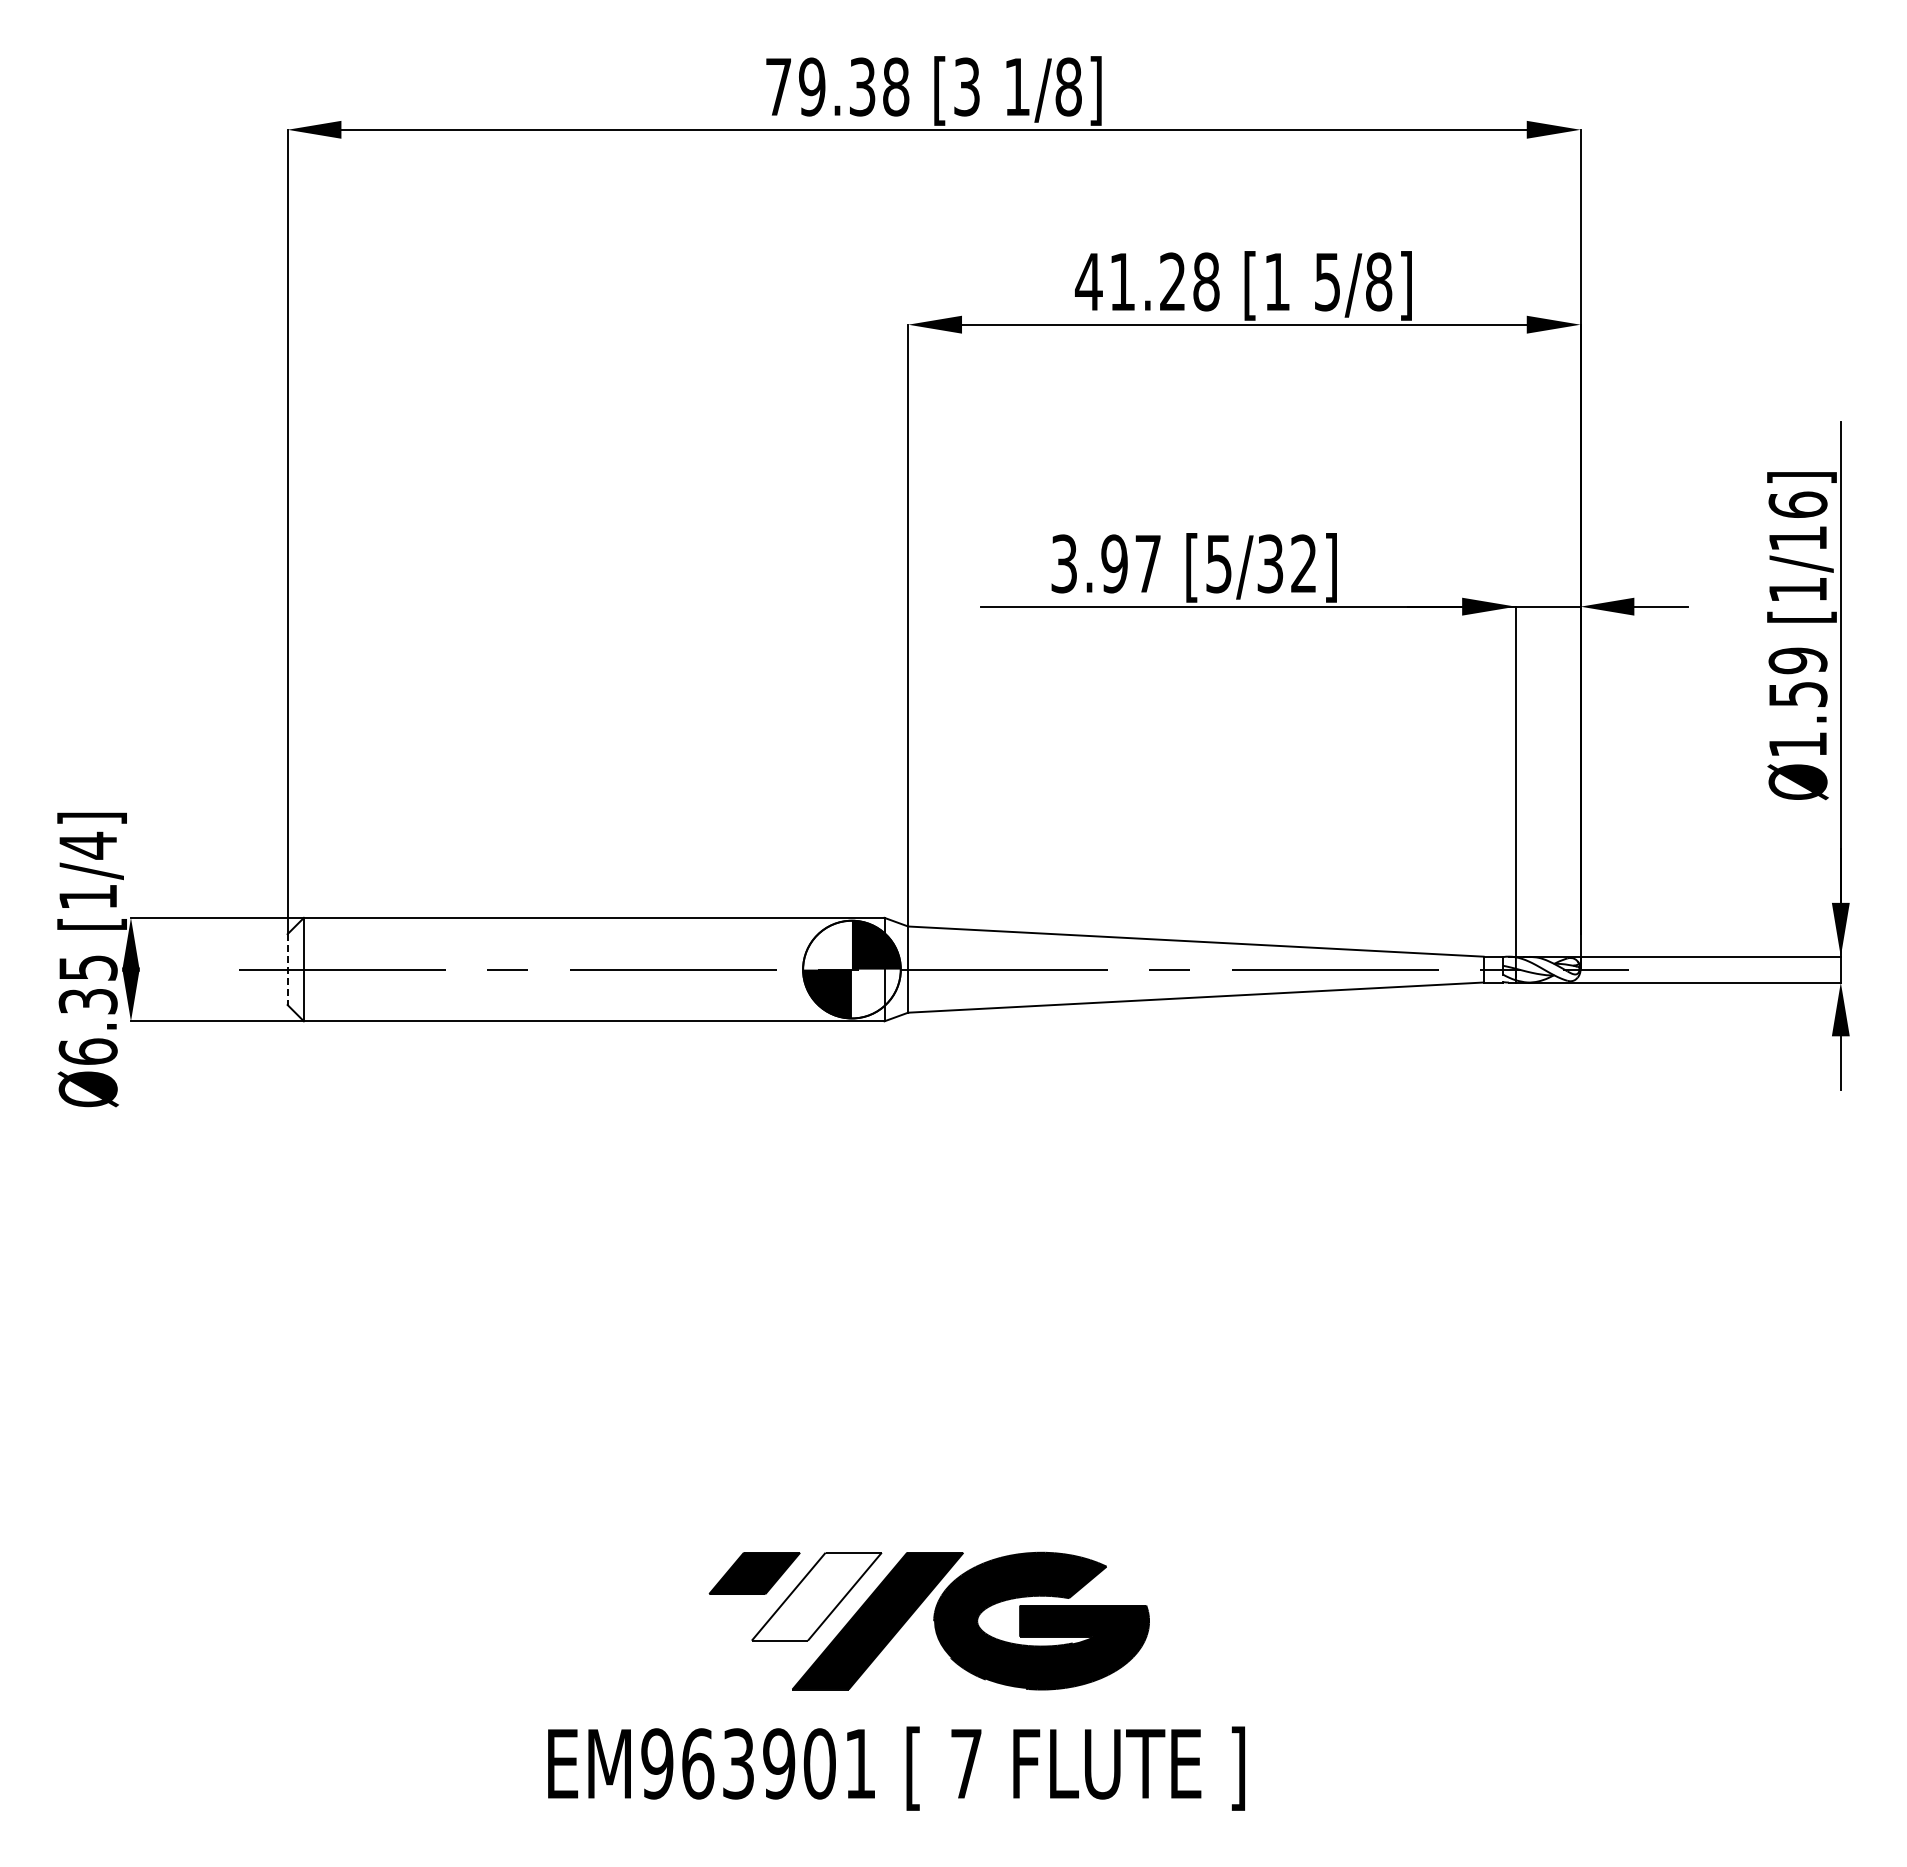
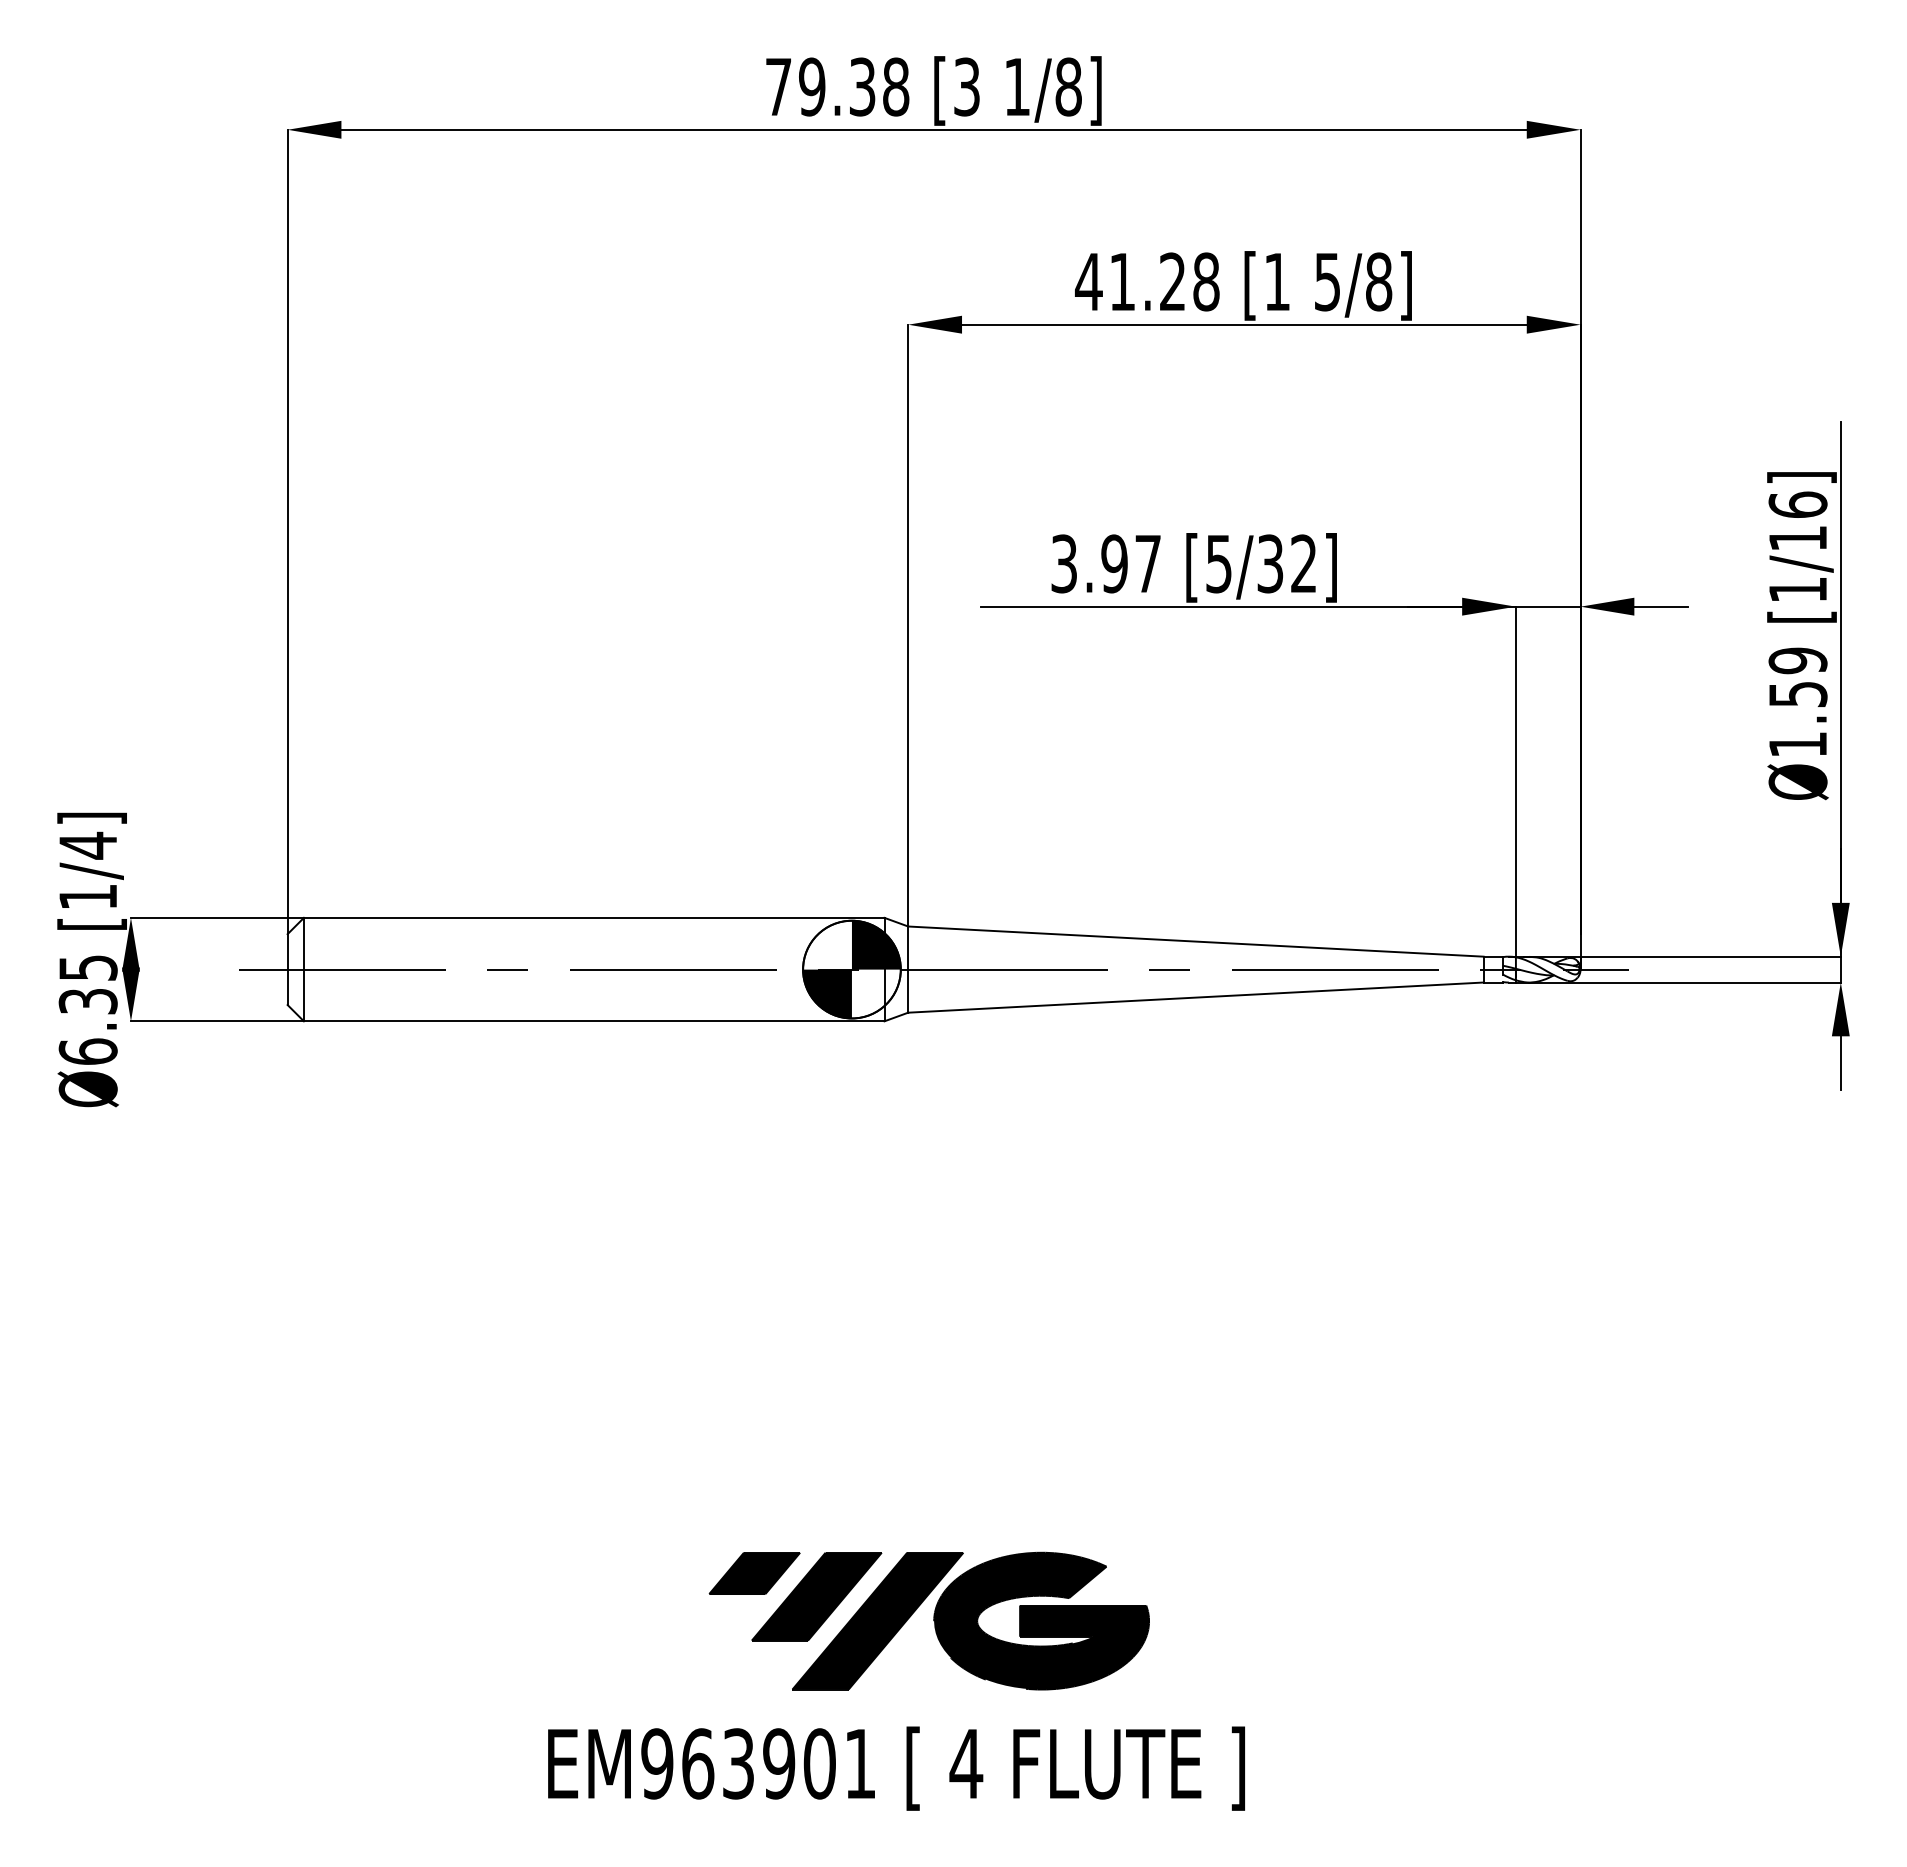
line at (287, 970): dashed -> solid
fill at (816, 1596): none -> present
text at (966, 1763): 7 -> 4
